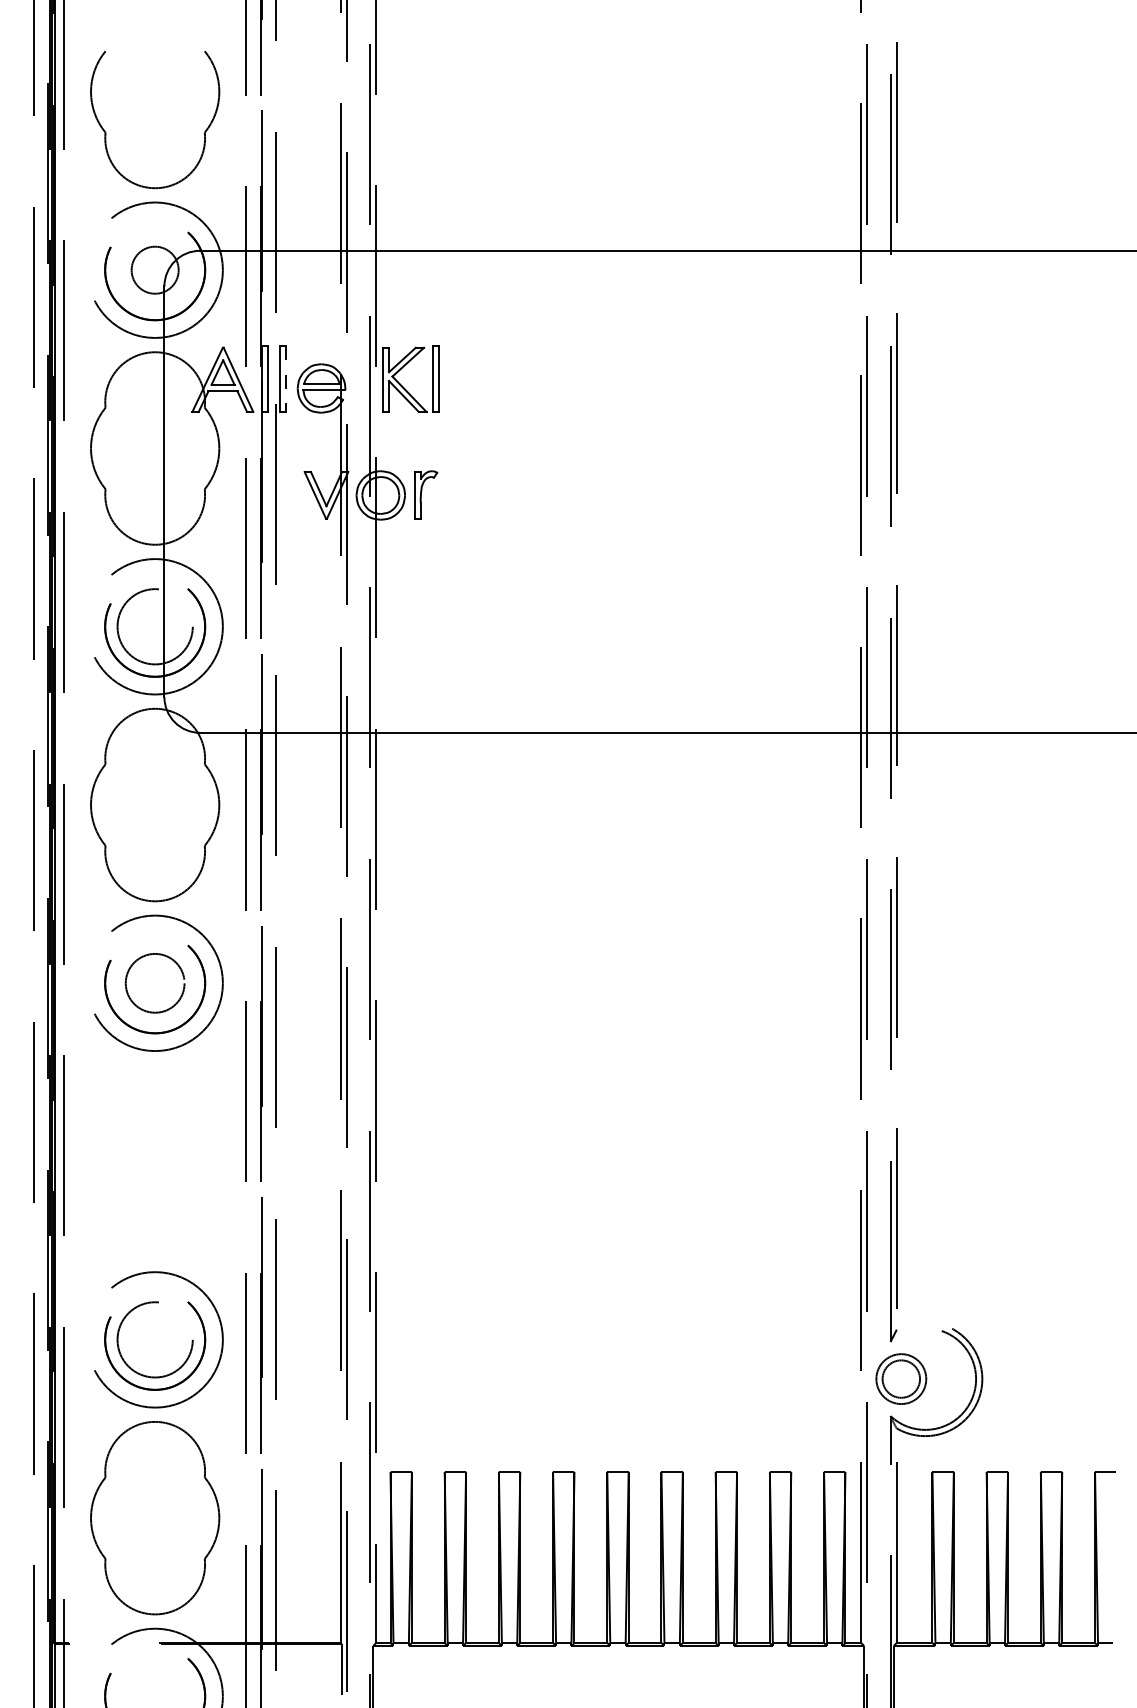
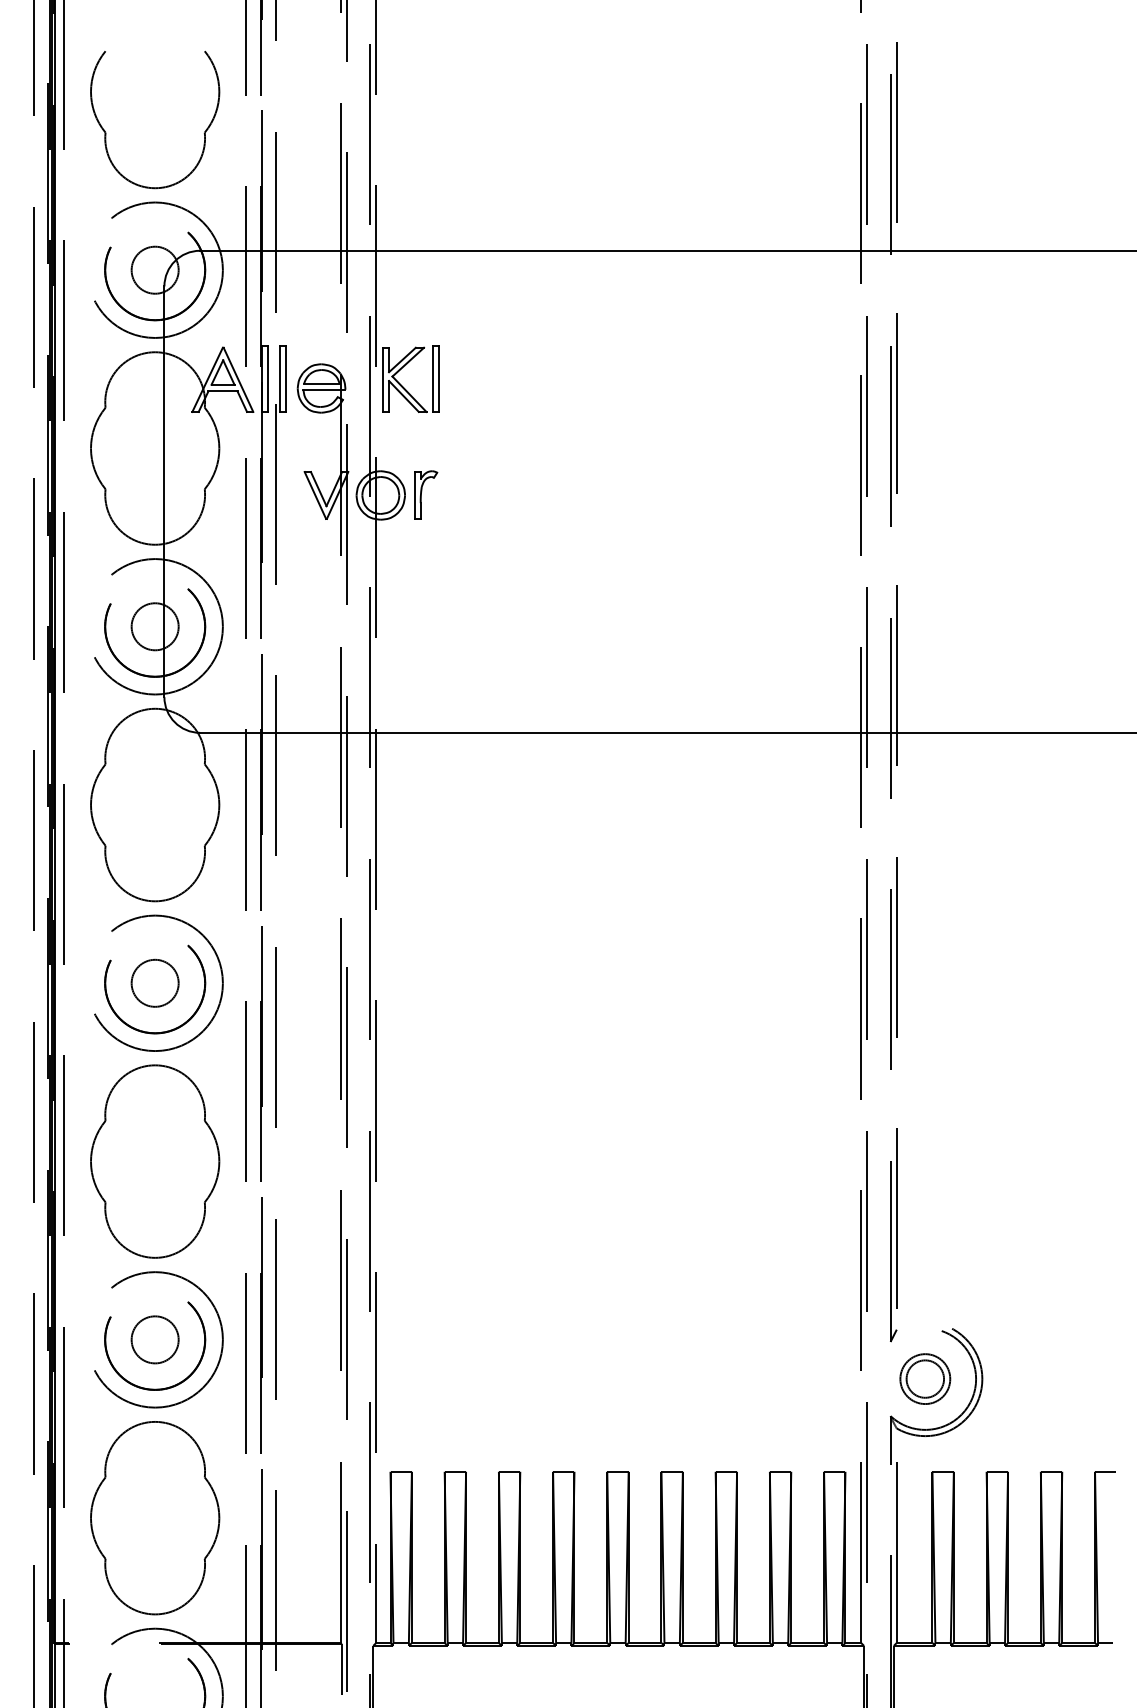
line at (286, 379): dashed -> solid
circle at (154, 626) diameter: 75 px -> 47 px
circle at (154, 982) diameter: 59 px -> 47 px
part at (155, 1161): none -> present
circle at (154, 1339) diameter: 75 px -> 47 px
part at (901, 1378) position: (901, 1378) -> (925, 1378)
